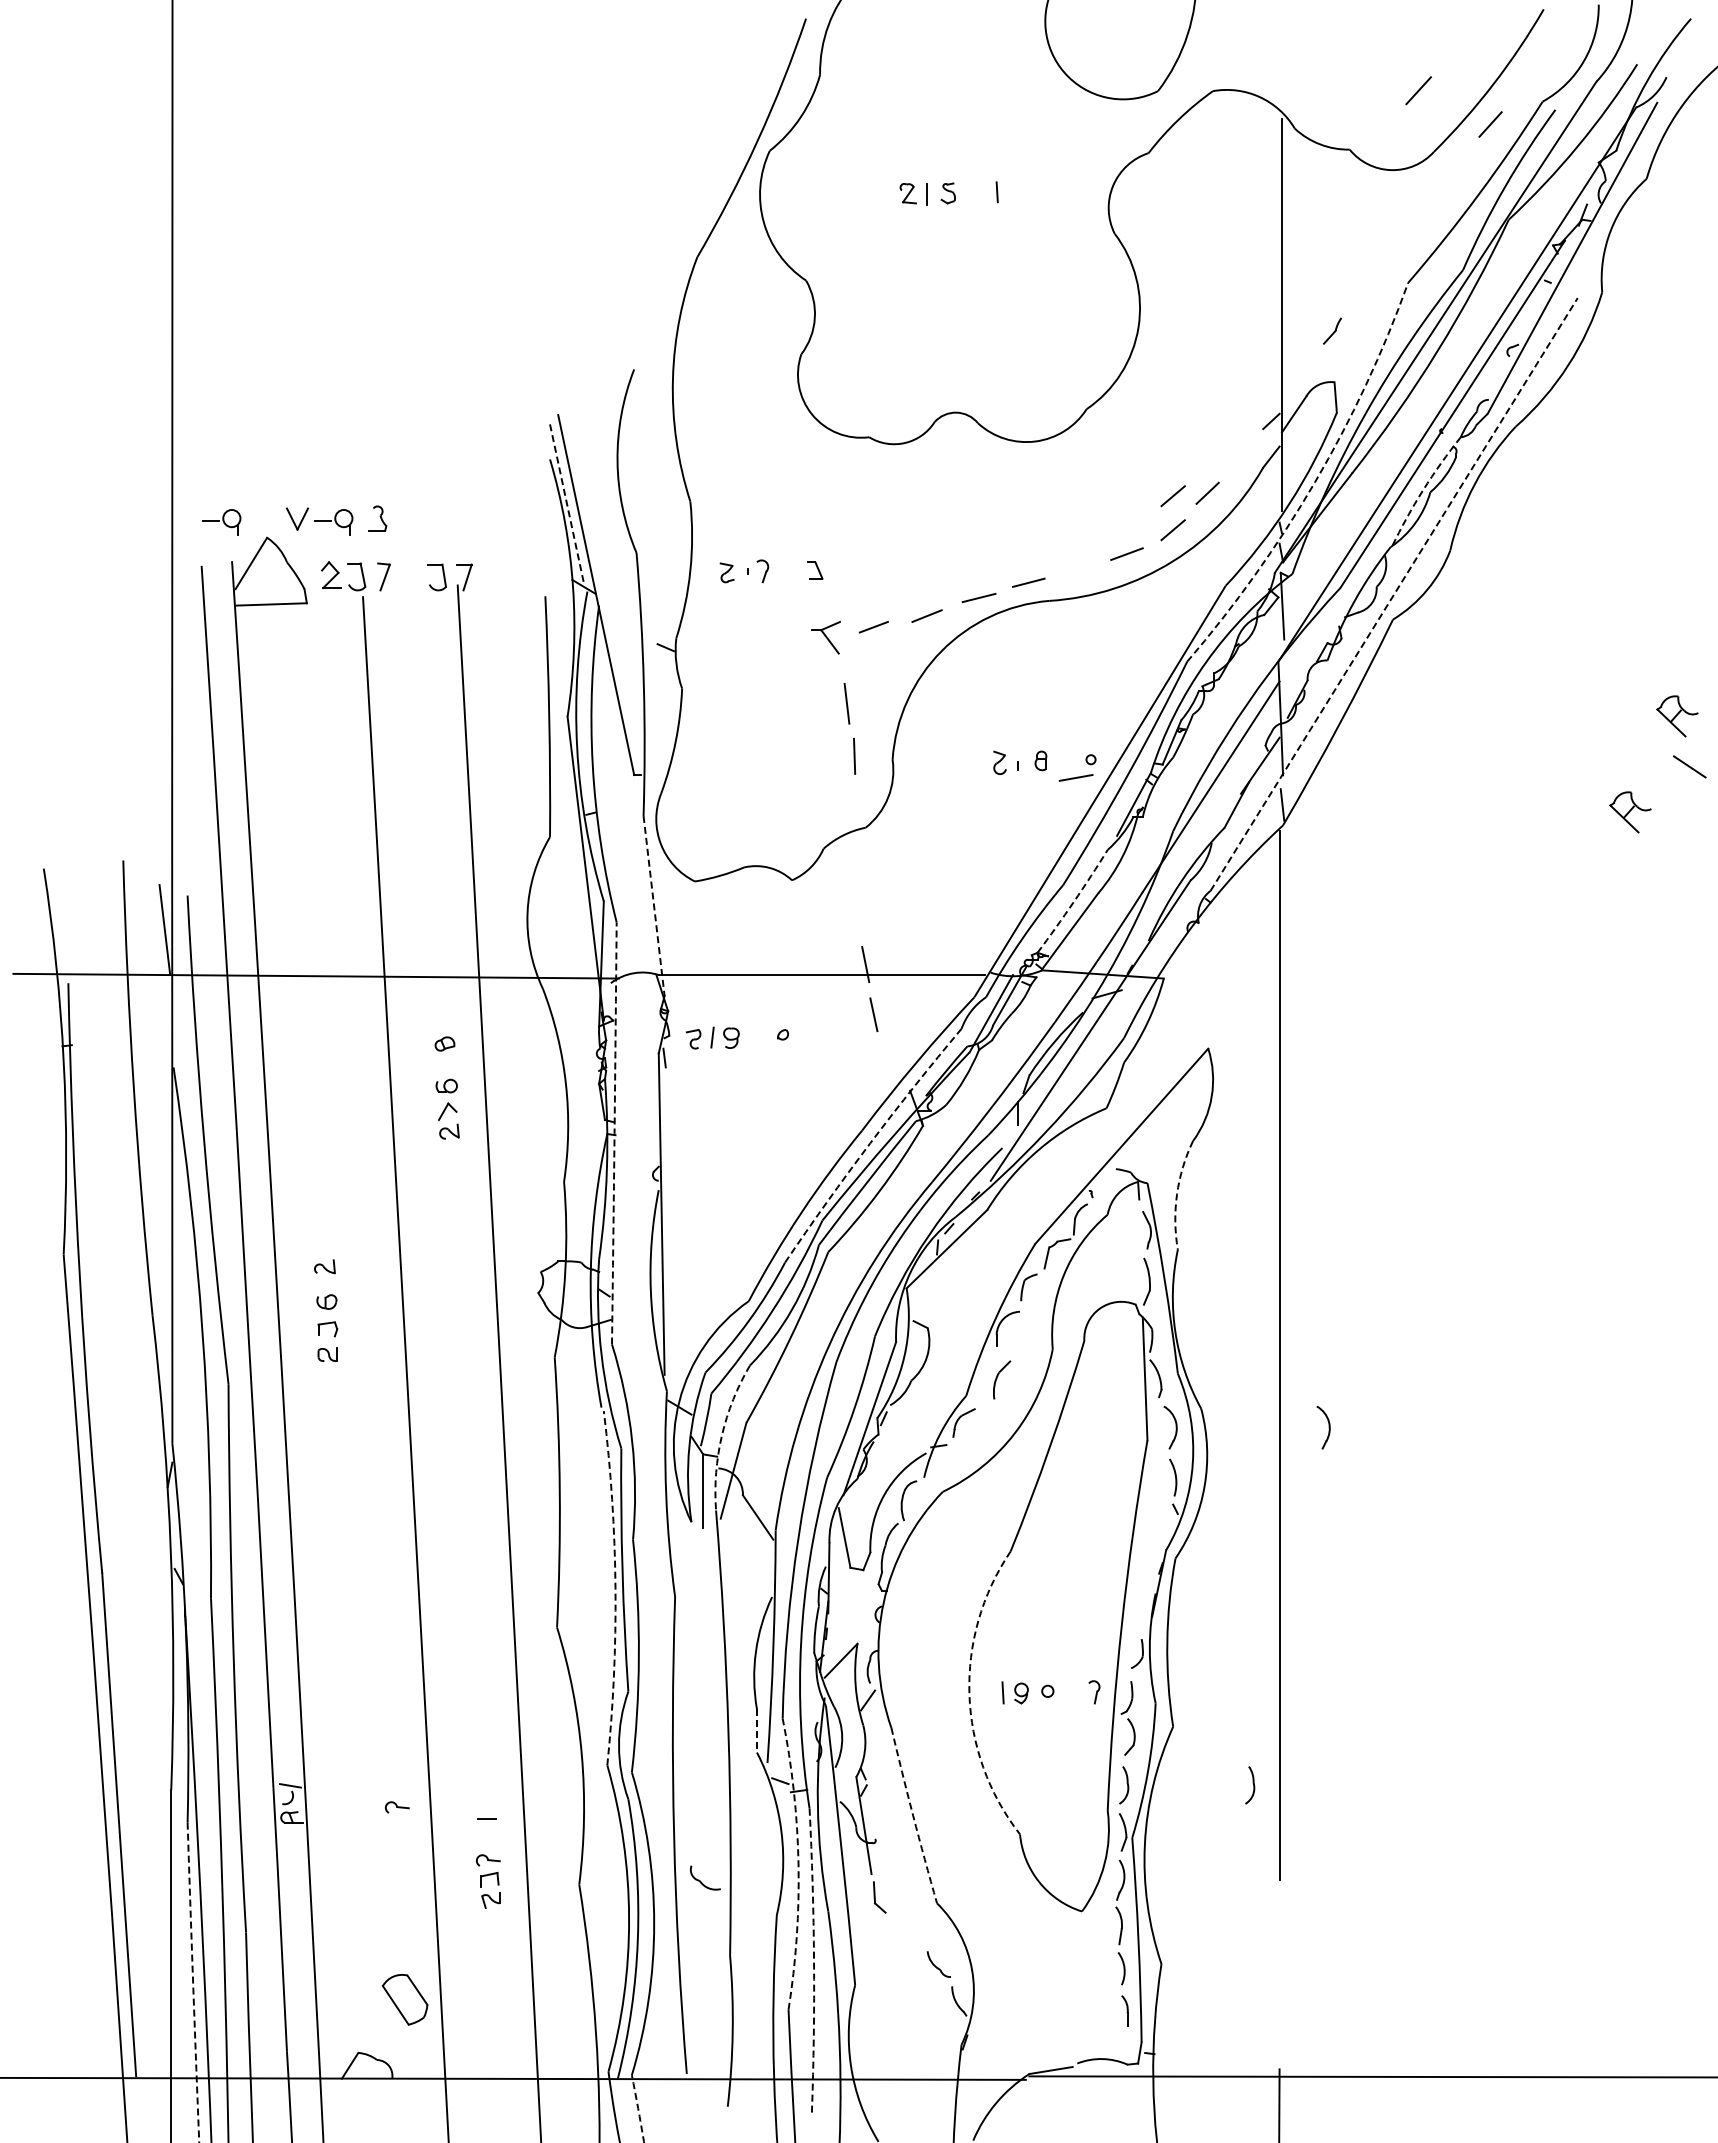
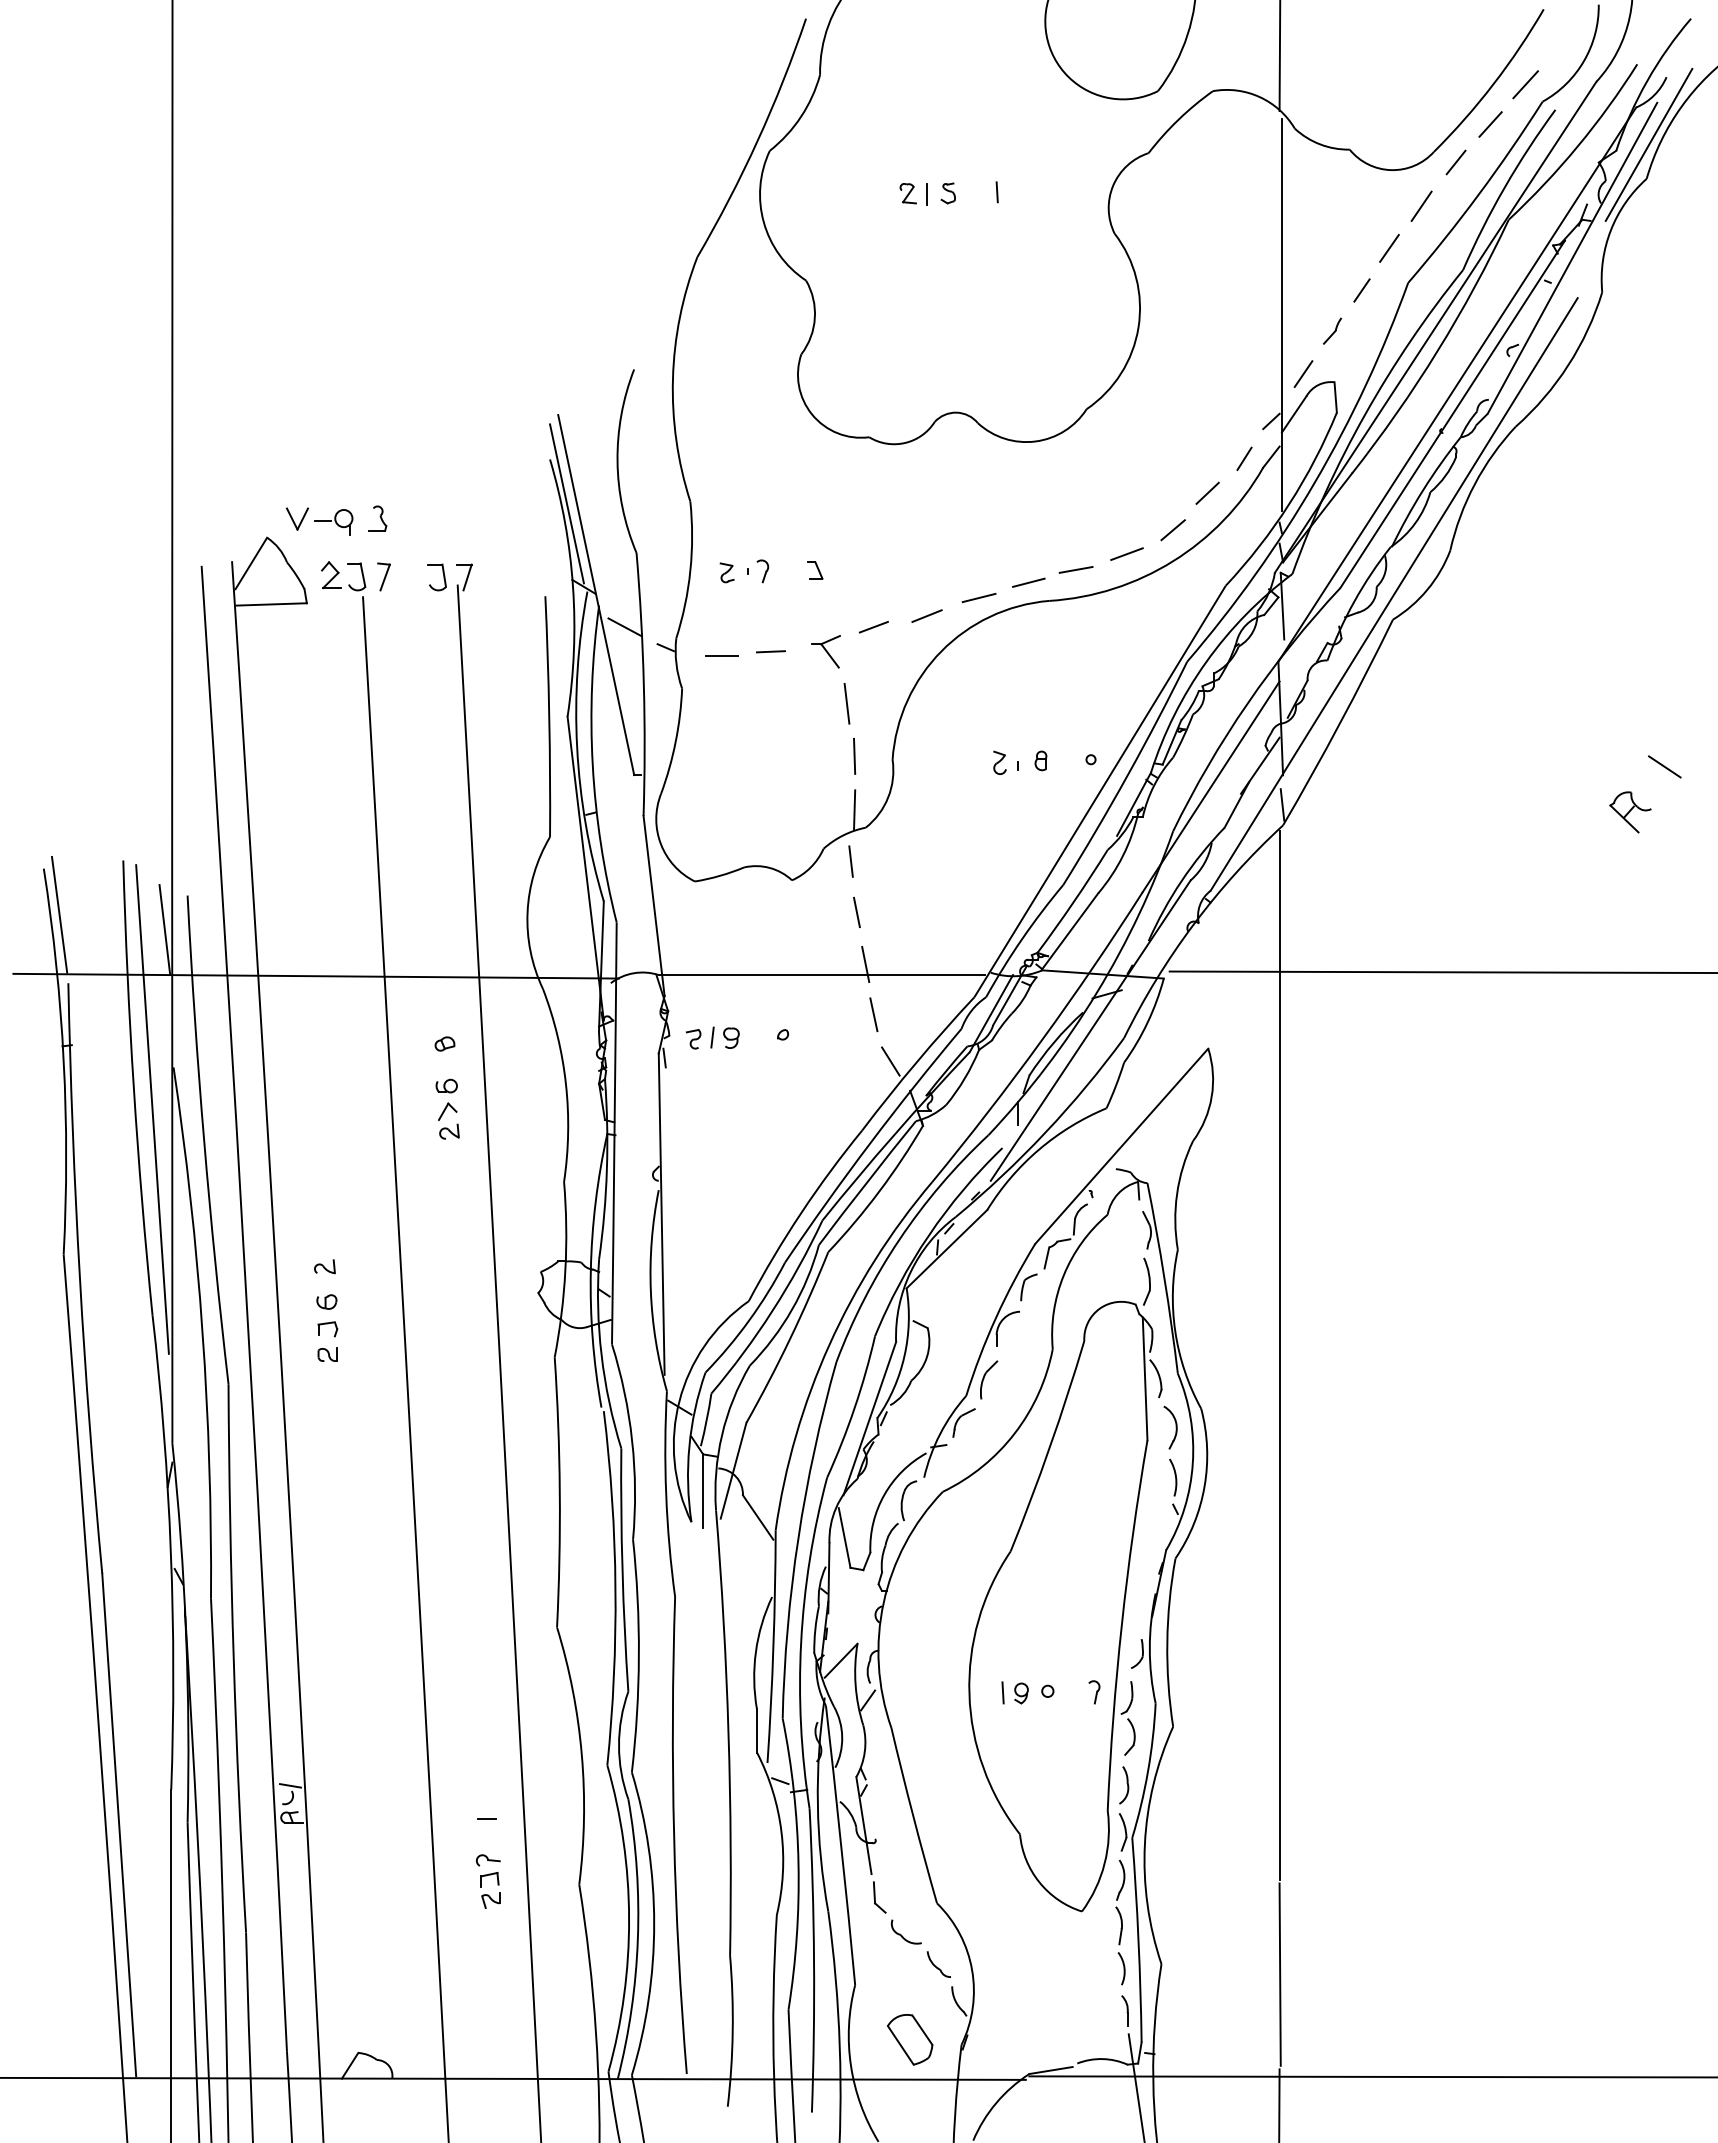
line at (1279, 56): none -> present
line at (1418, 90) position: (1418, 90) -> (1525, 84)
line at (1648, 144): none -> present
line at (1455, 162): none -> present
line at (1421, 205): none -> present
line at (1389, 247): none -> present
line at (1361, 290): none -> present
line at (1303, 373): none -> present
line at (1244, 458): none -> present
arc at (1314, 482): dashed -> solid
arc at (1423, 490): dashed -> solid
line at (1172, 496): present -> none
line at (567, 504): dashed -> solid
part at (221, 522): present -> none
line at (1394, 594): dashed -> solid
line at (624, 626): none -> present
part at (825, 637) position: (825, 637) -> (825, 651)
line at (770, 651): none -> present
line at (721, 655): none -> present
part at (1677, 716): present -> none
line at (1689, 766) position: (1689, 766) -> (1664, 766)
line at (1075, 777) position: (1075, 777) -> (1075, 569)
line at (854, 810): none -> present
line at (850, 861): none -> present
arc at (1073, 902): dashed -> solid
line at (654, 906): dashed -> solid
line at (856, 912): none -> present
line at (59, 914): none -> present
line at (1441, 972): none -> present
line at (890, 1061): none -> present
line at (152, 1109): none -> present
arc at (614, 1133): dashed -> solid
arc at (870, 1143): dashed -> solid
arc at (1177, 1194): dashed -> solid
part at (1002, 1379) position: (1002, 1379) -> (989, 1379)
part at (1323, 1427): present -> none
arc at (721, 1435): dashed -> solid
arc at (615, 1588): dashed -> solid
arc at (969, 1694): dashed -> solid
line at (756, 1730): dashed -> solid
part at (1250, 1785): present -> none
part at (396, 1807): present -> none
arc at (913, 1815): dashed -> solid
arc at (798, 1863): dashed -> solid
part at (704, 1877) position: (704, 1877) -> (905, 1931)
arc at (814, 1960): dashed -> solid
line at (1279, 1974): none -> present
arc at (193, 1982): dashed -> solid
part at (405, 1999) position: (405, 1999) -> (910, 2039)
line at (1136, 2086): none -> present
arc at (638, 2108): dashed -> solid
